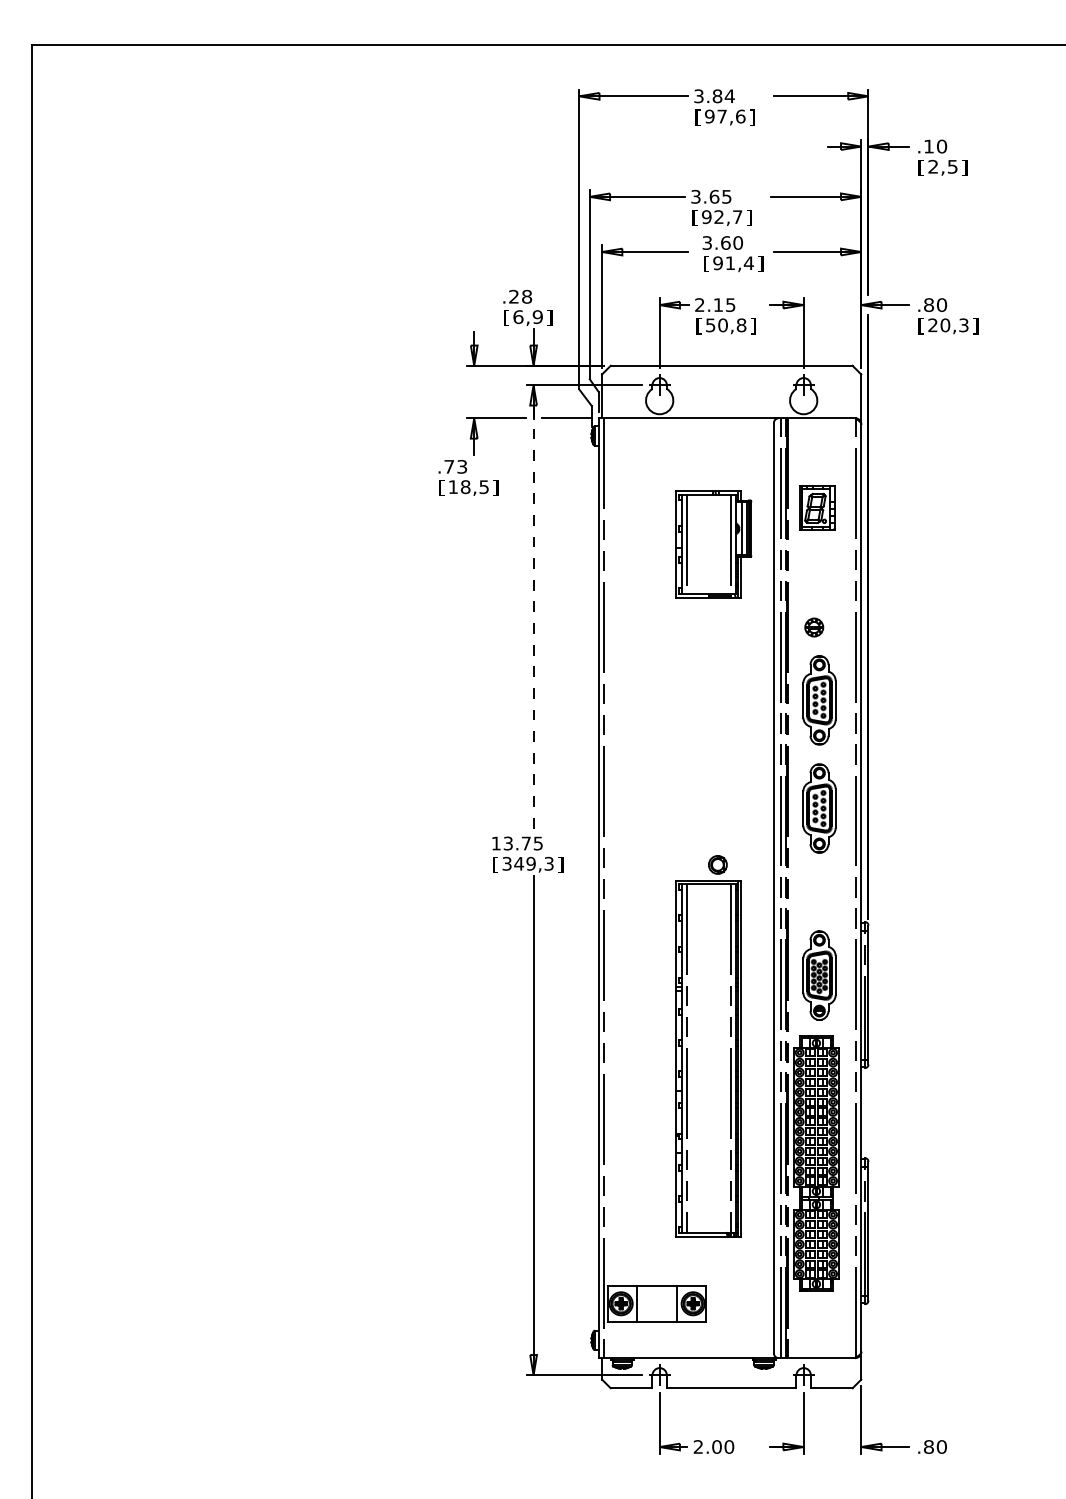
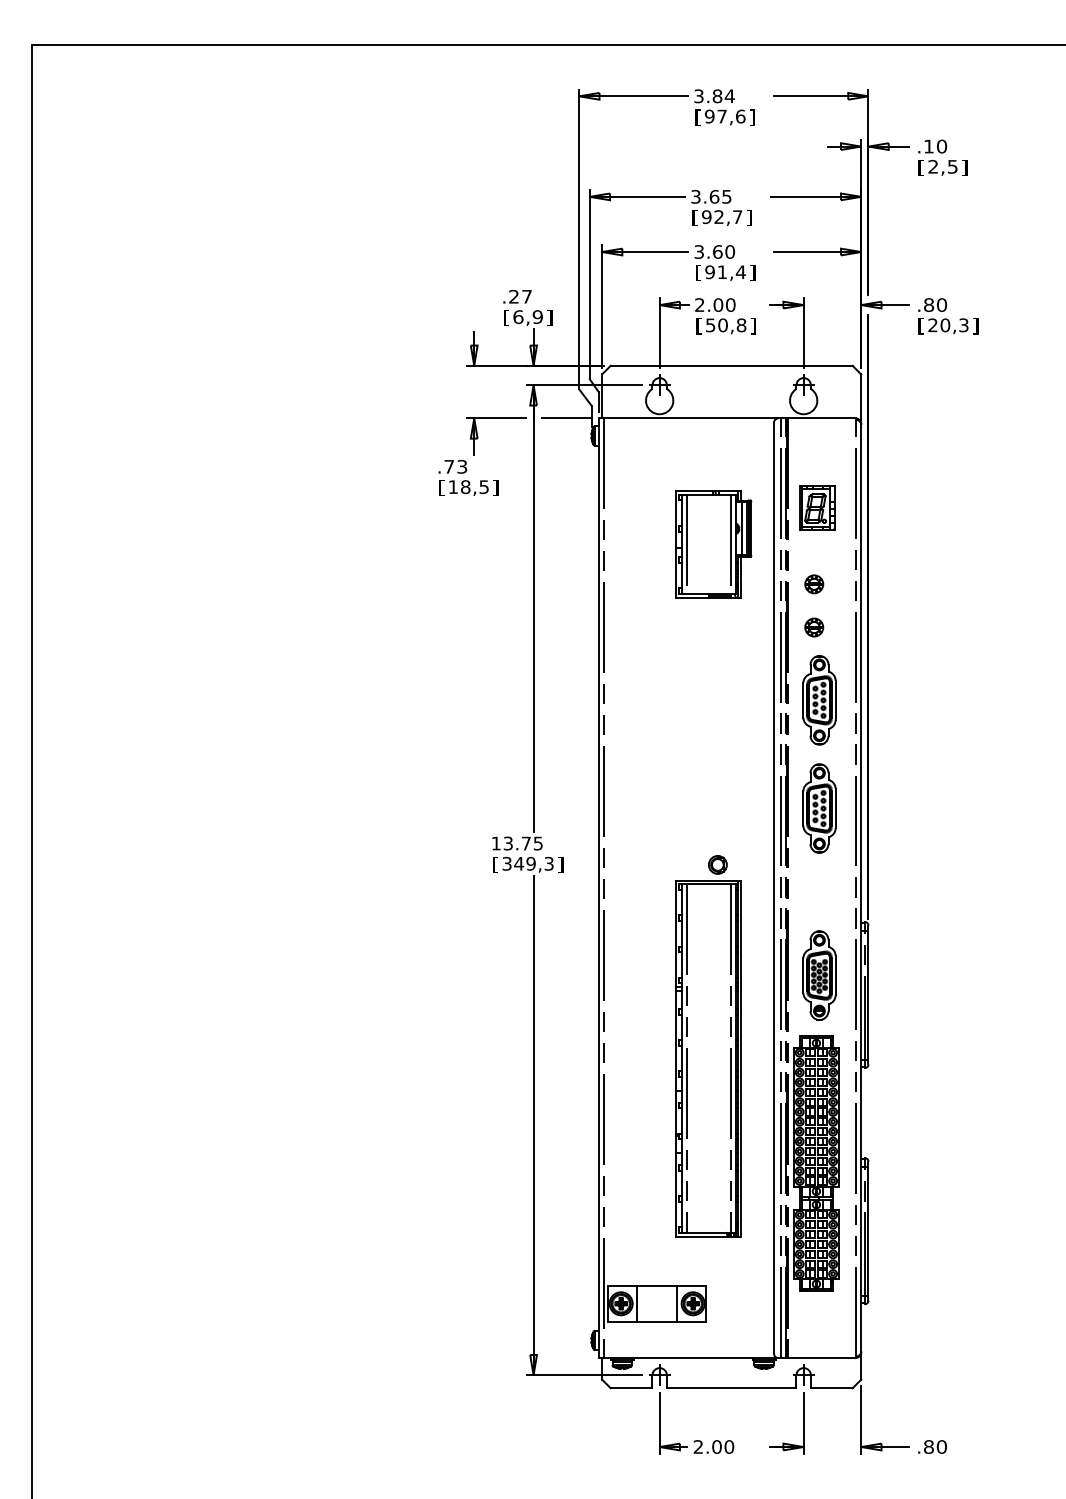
text at (732, 254) position: (732, 254) -> (724, 263)
text at (527, 296): .28 -> .27
text at (724, 304): 2.15 -> 2.00
part at (814, 584): none -> present
line at (533, 609): dashed -> solid
